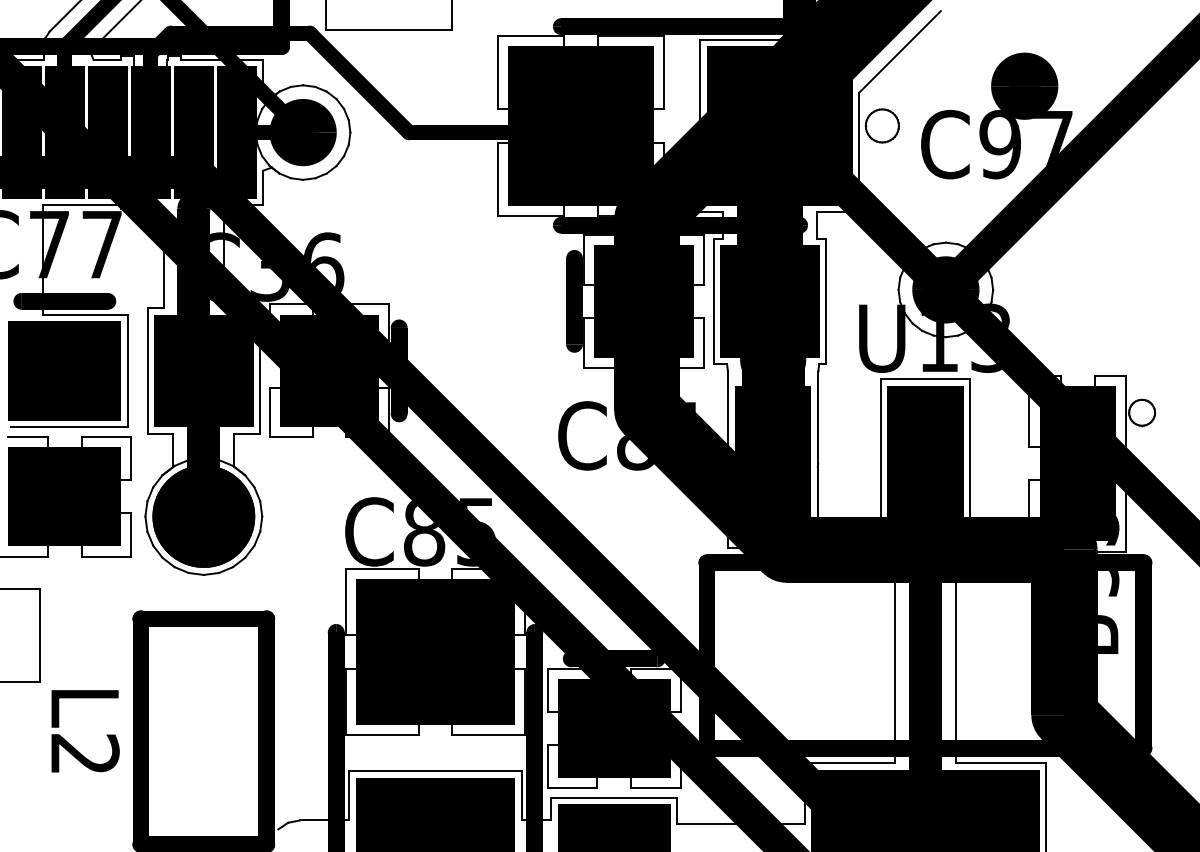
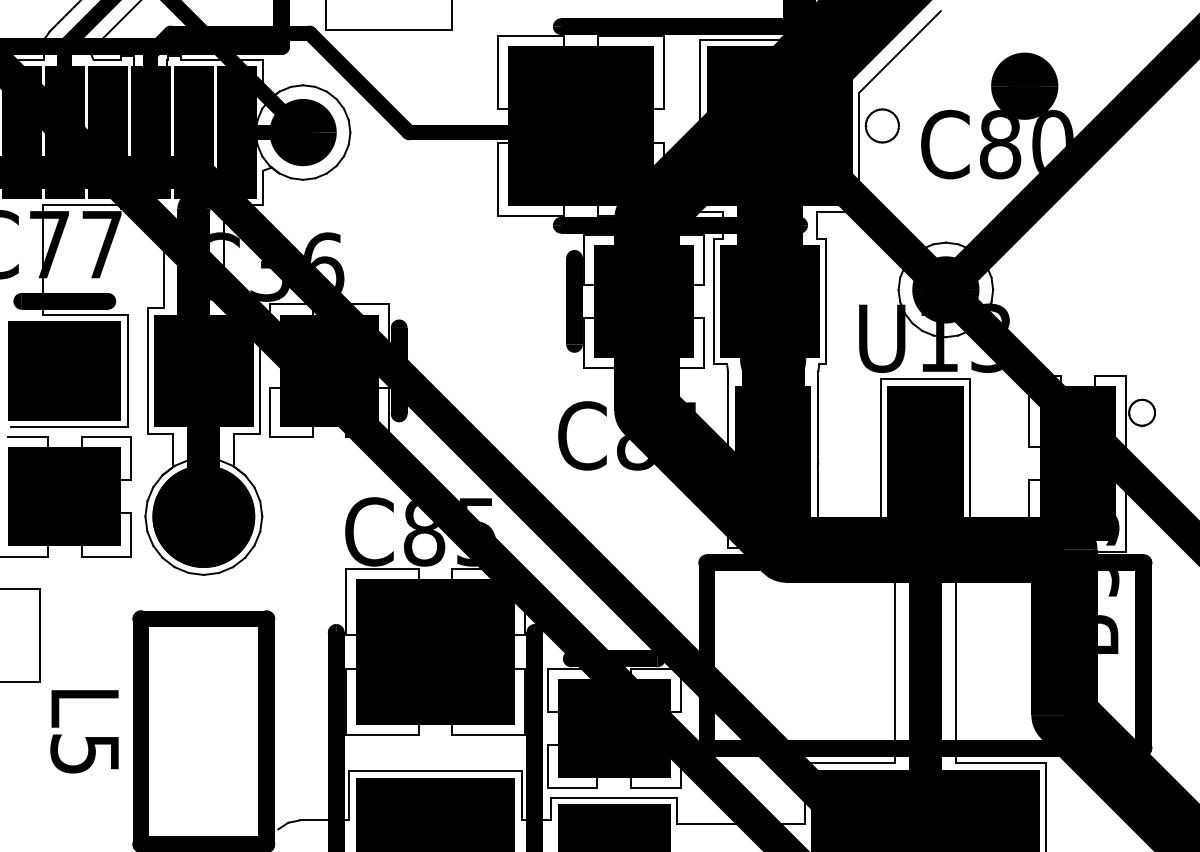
text at (1026, 144): C97 -> C80
text at (84, 753): L2 -> L5
